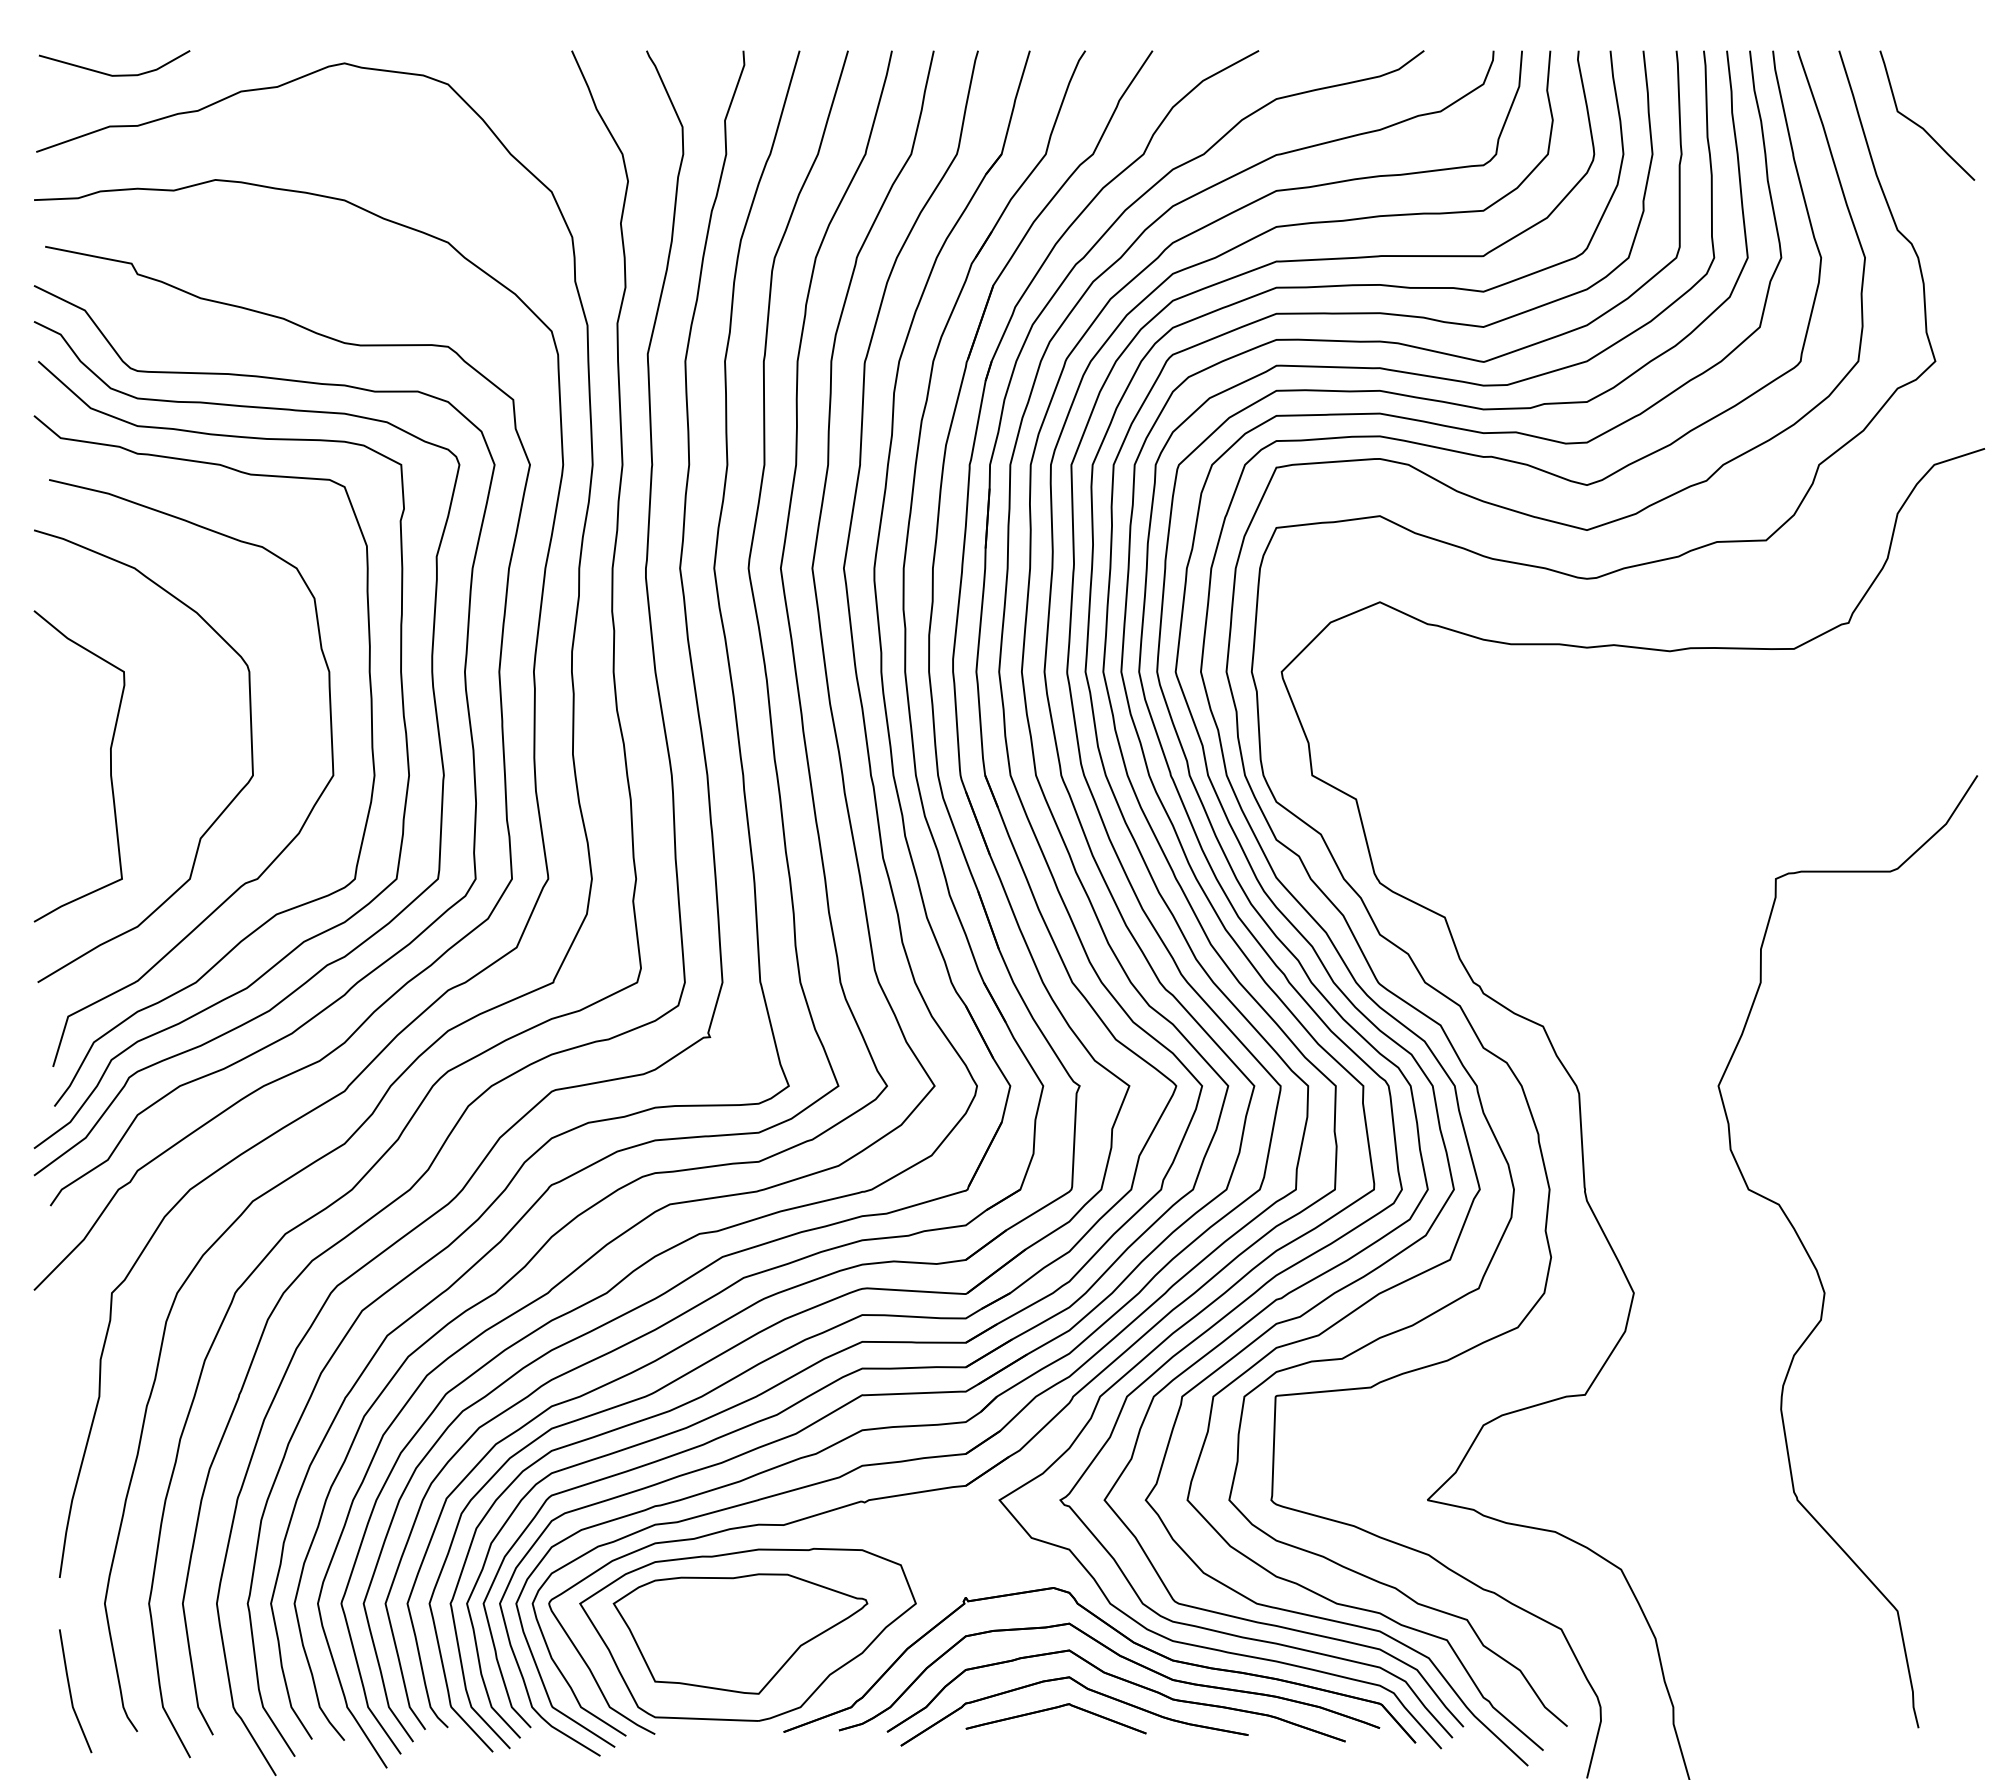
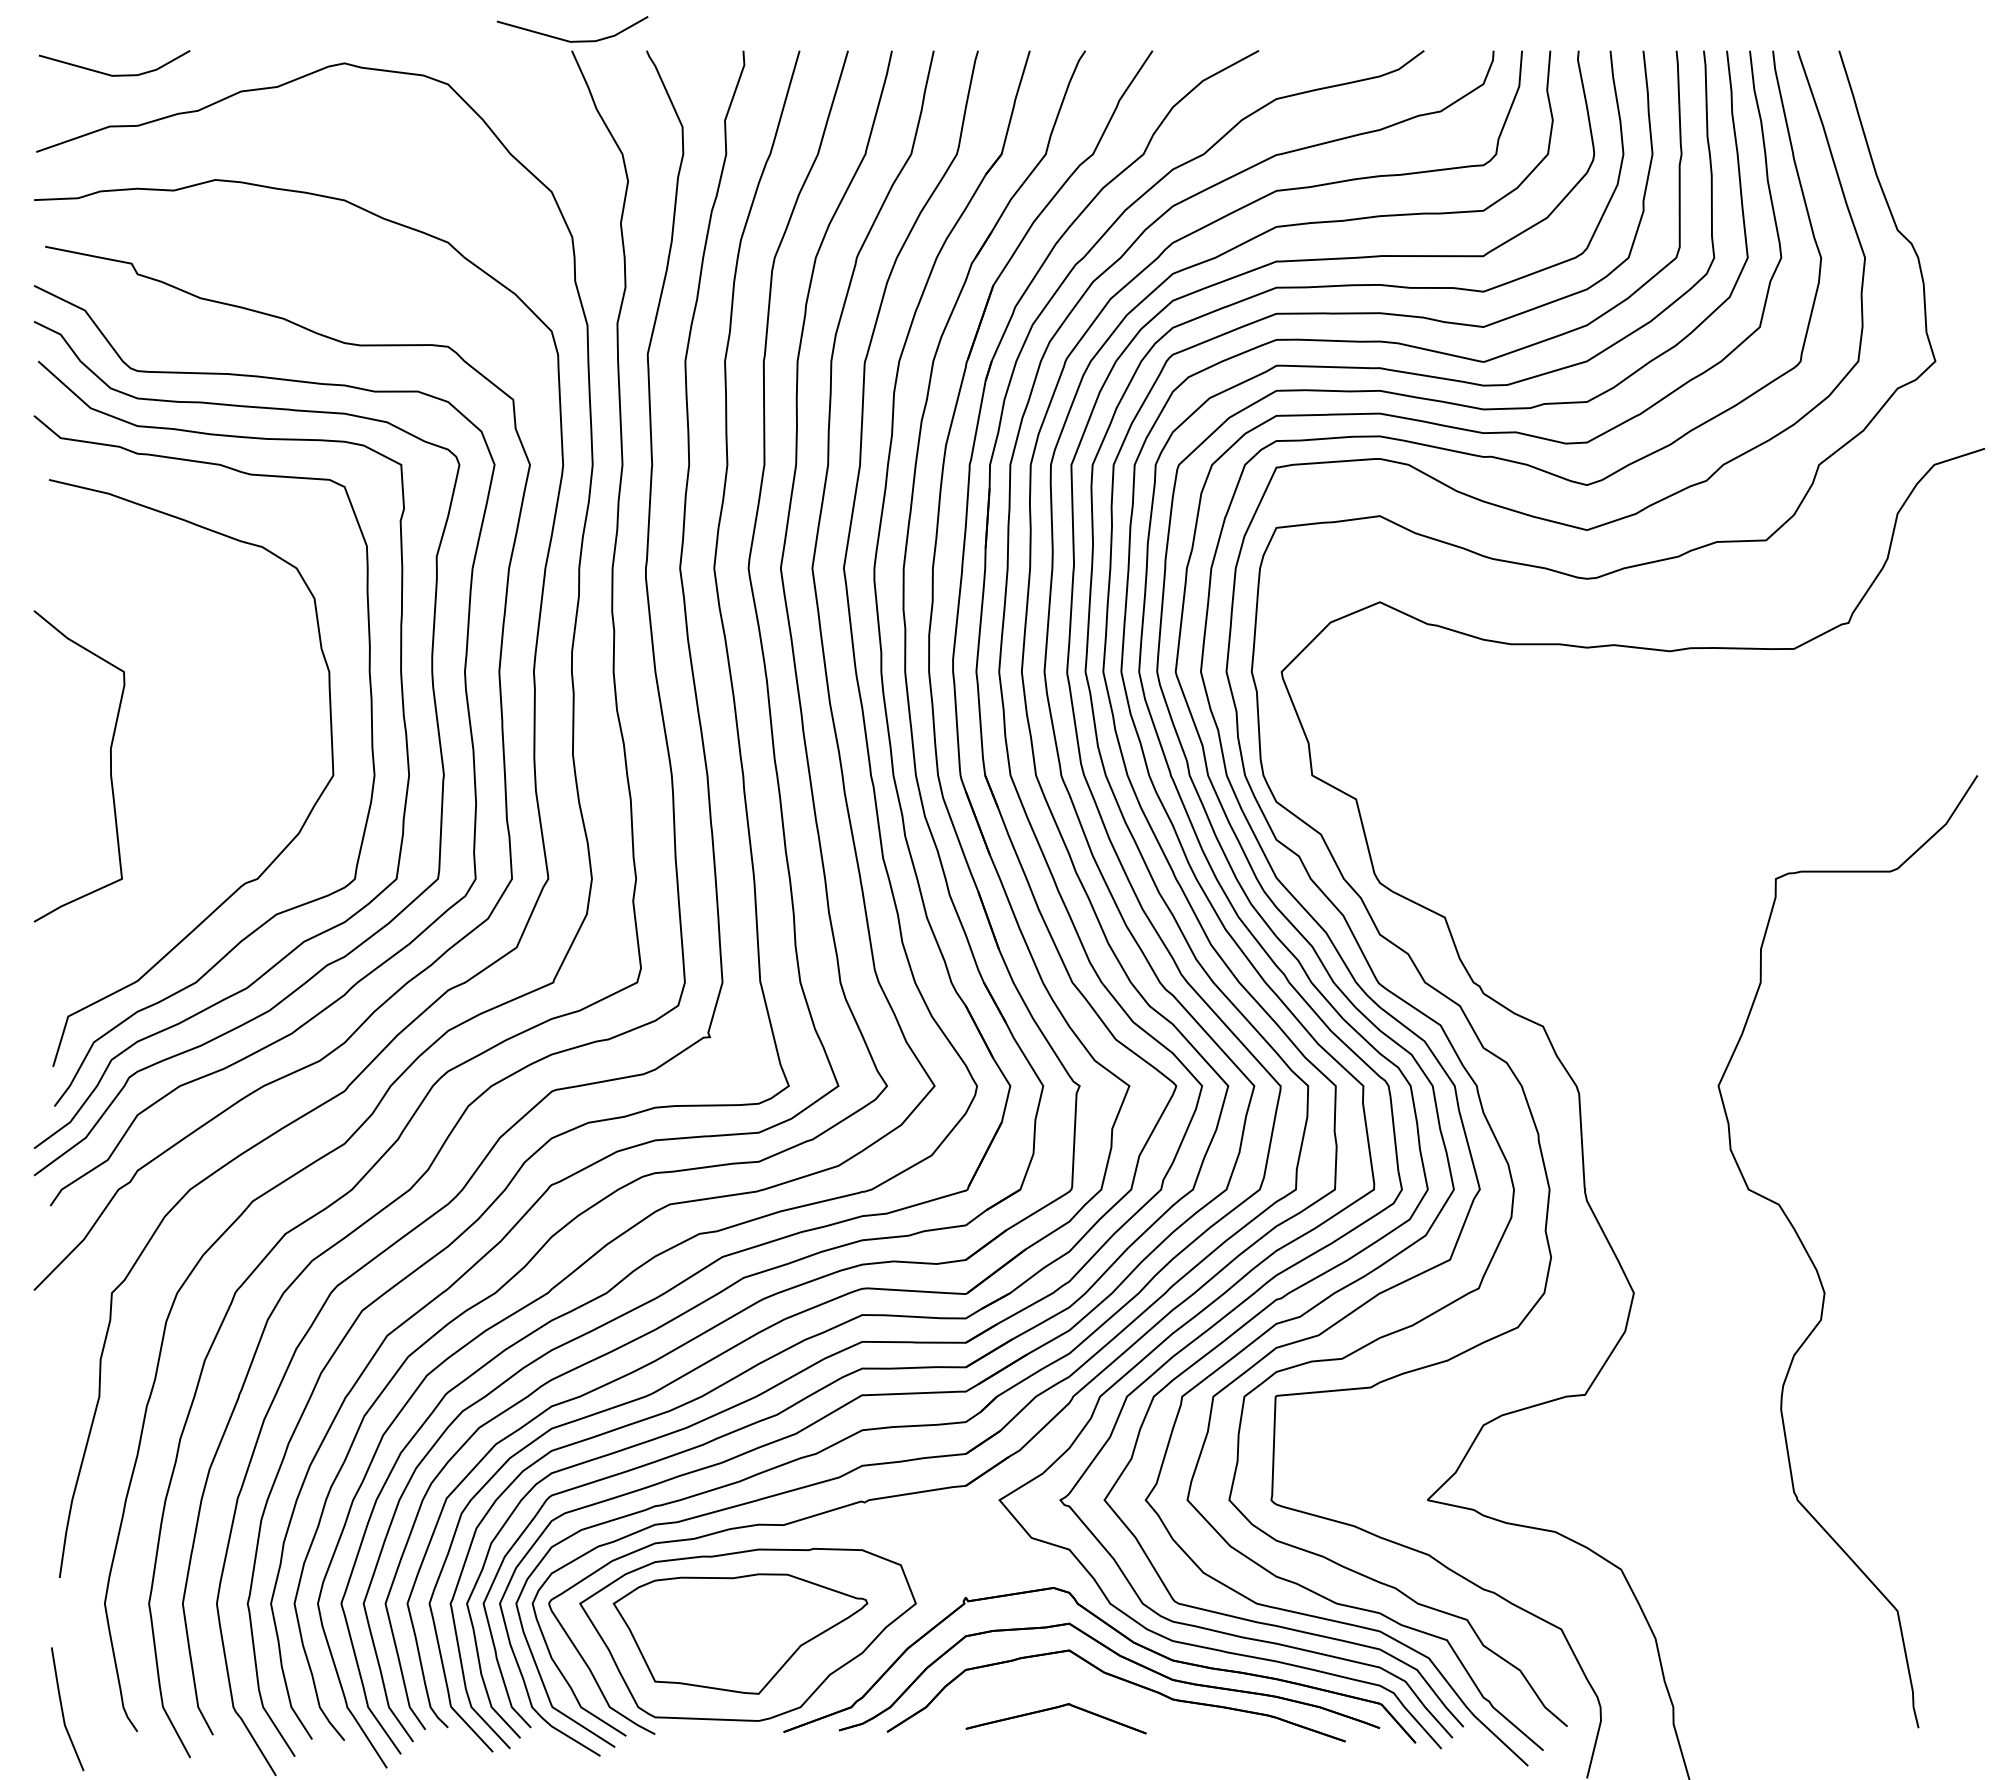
line at (572, 40): none -> present
curve at (1920, 125): present -> none
curve at (218, 815): present -> none
part at (1086, 1689): present -> none
line at (71, 1692) position: (71, 1692) -> (63, 1710)
